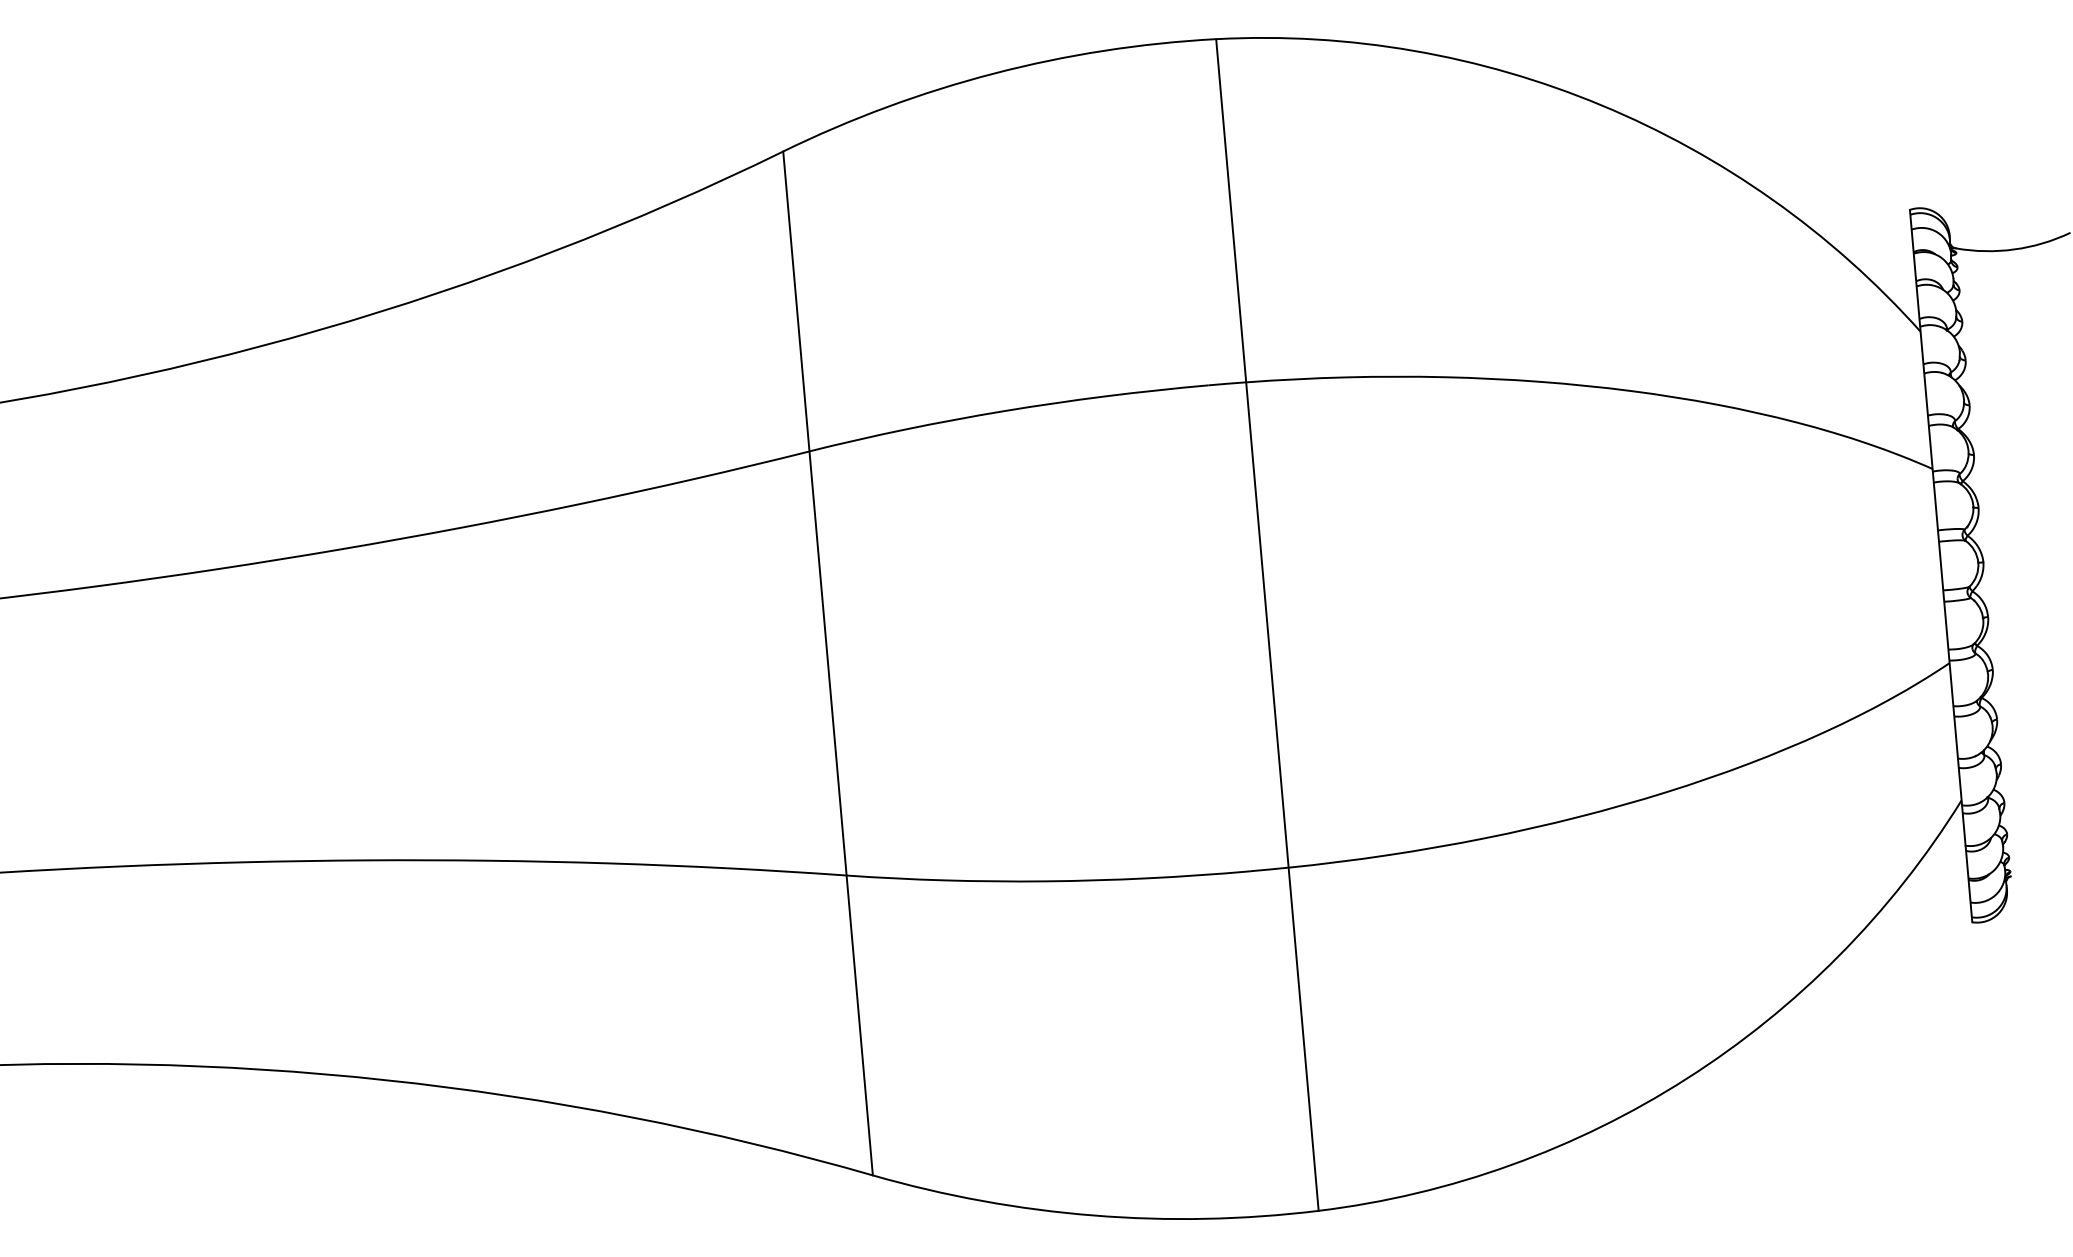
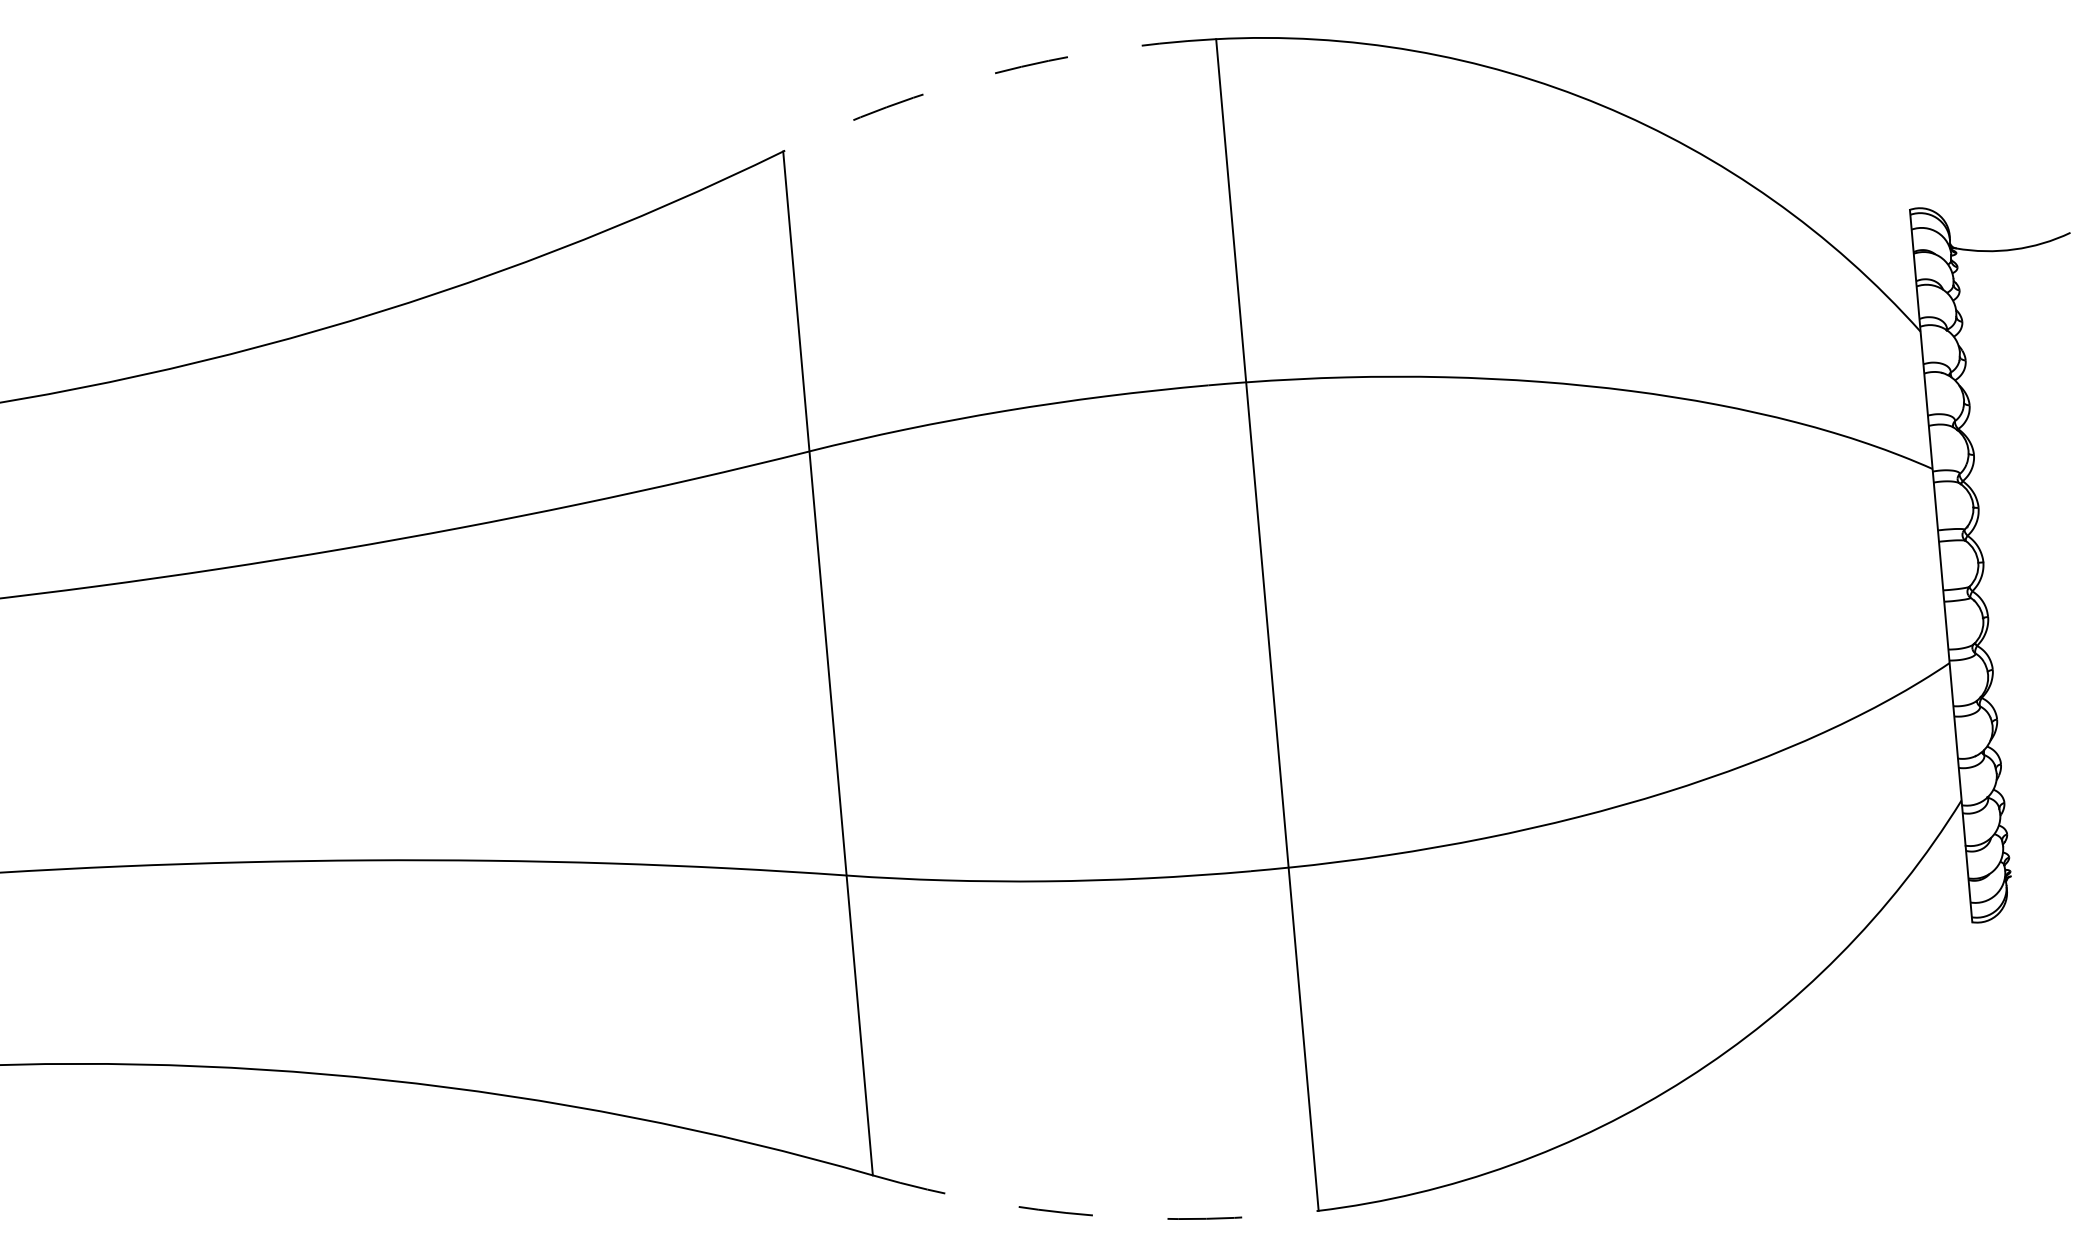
arc at (994, 73): solid -> dashed
arc at (1093, 1215): solid -> dashed
